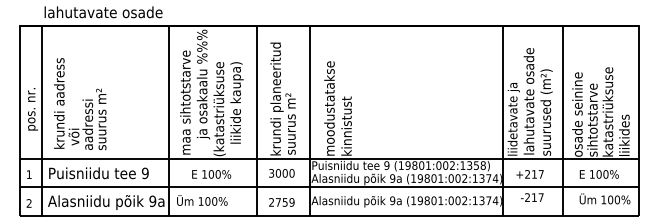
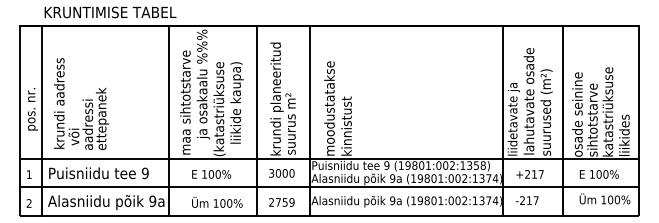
text at (110, 12): lahutavate osade -> KRUNTIMISE TABEL
text at (102, 118): suurus m² -> ettepanek
text at (532, 197) position: (532, 197) -> (527, 200)
text at (202, 200) position: (202, 200) -> (217, 202)
